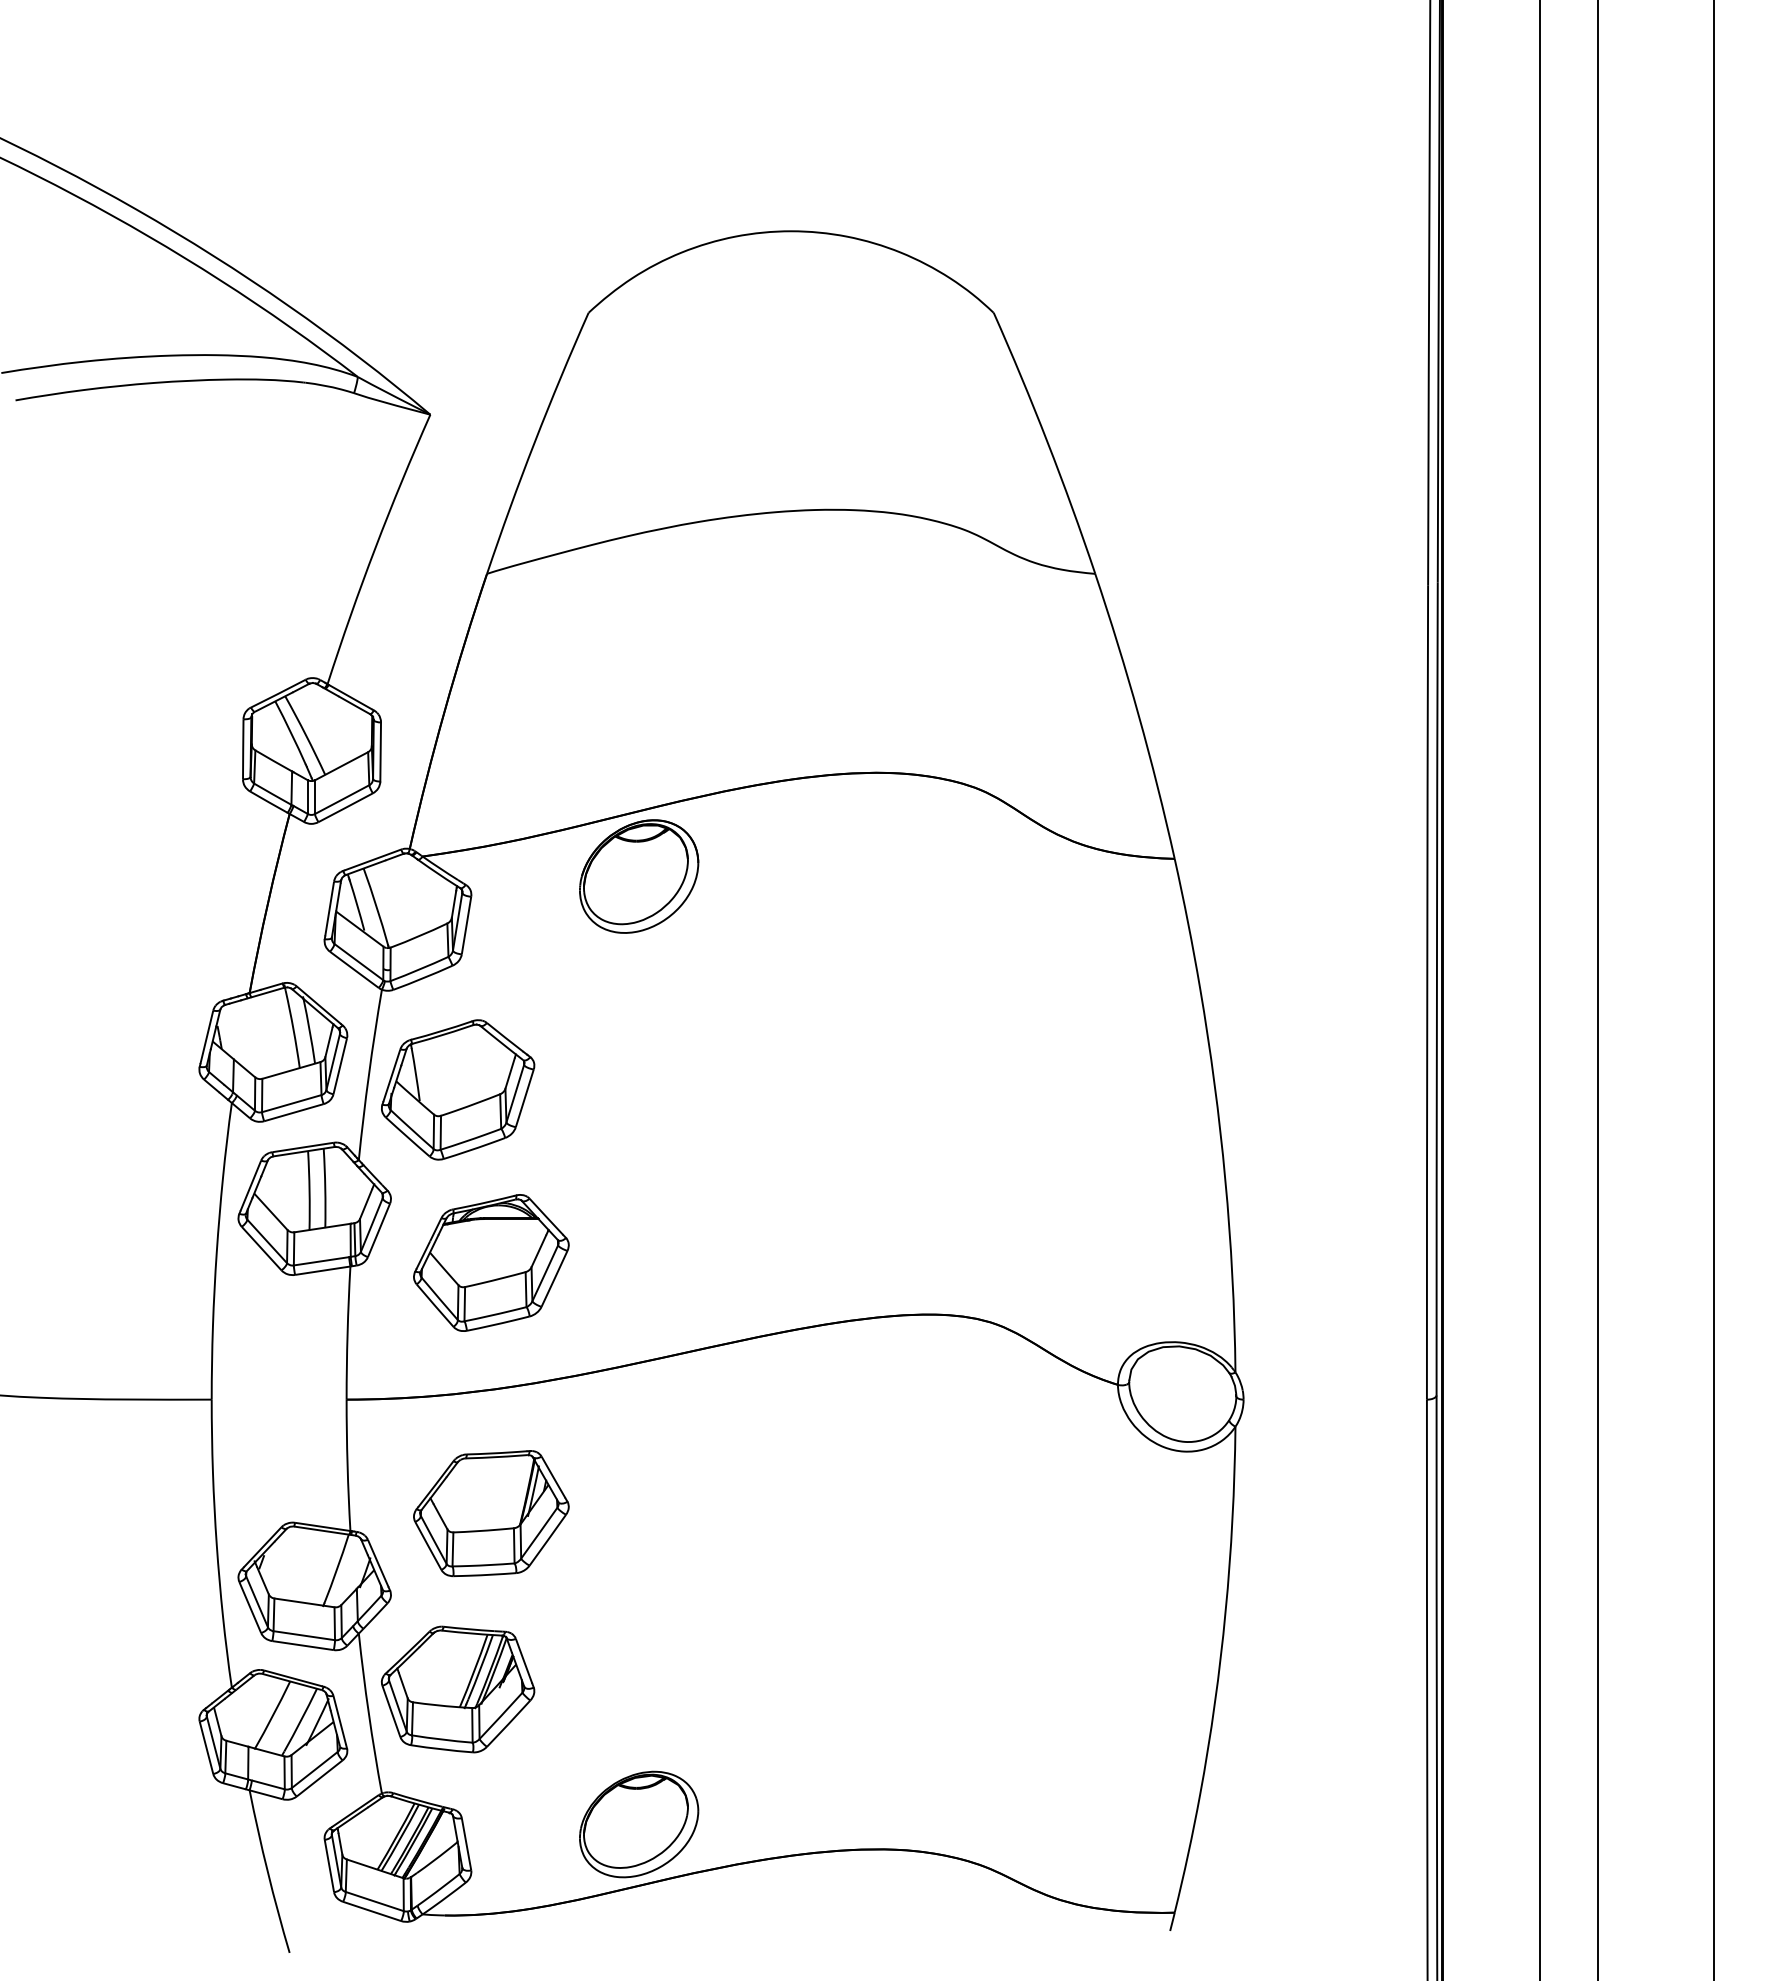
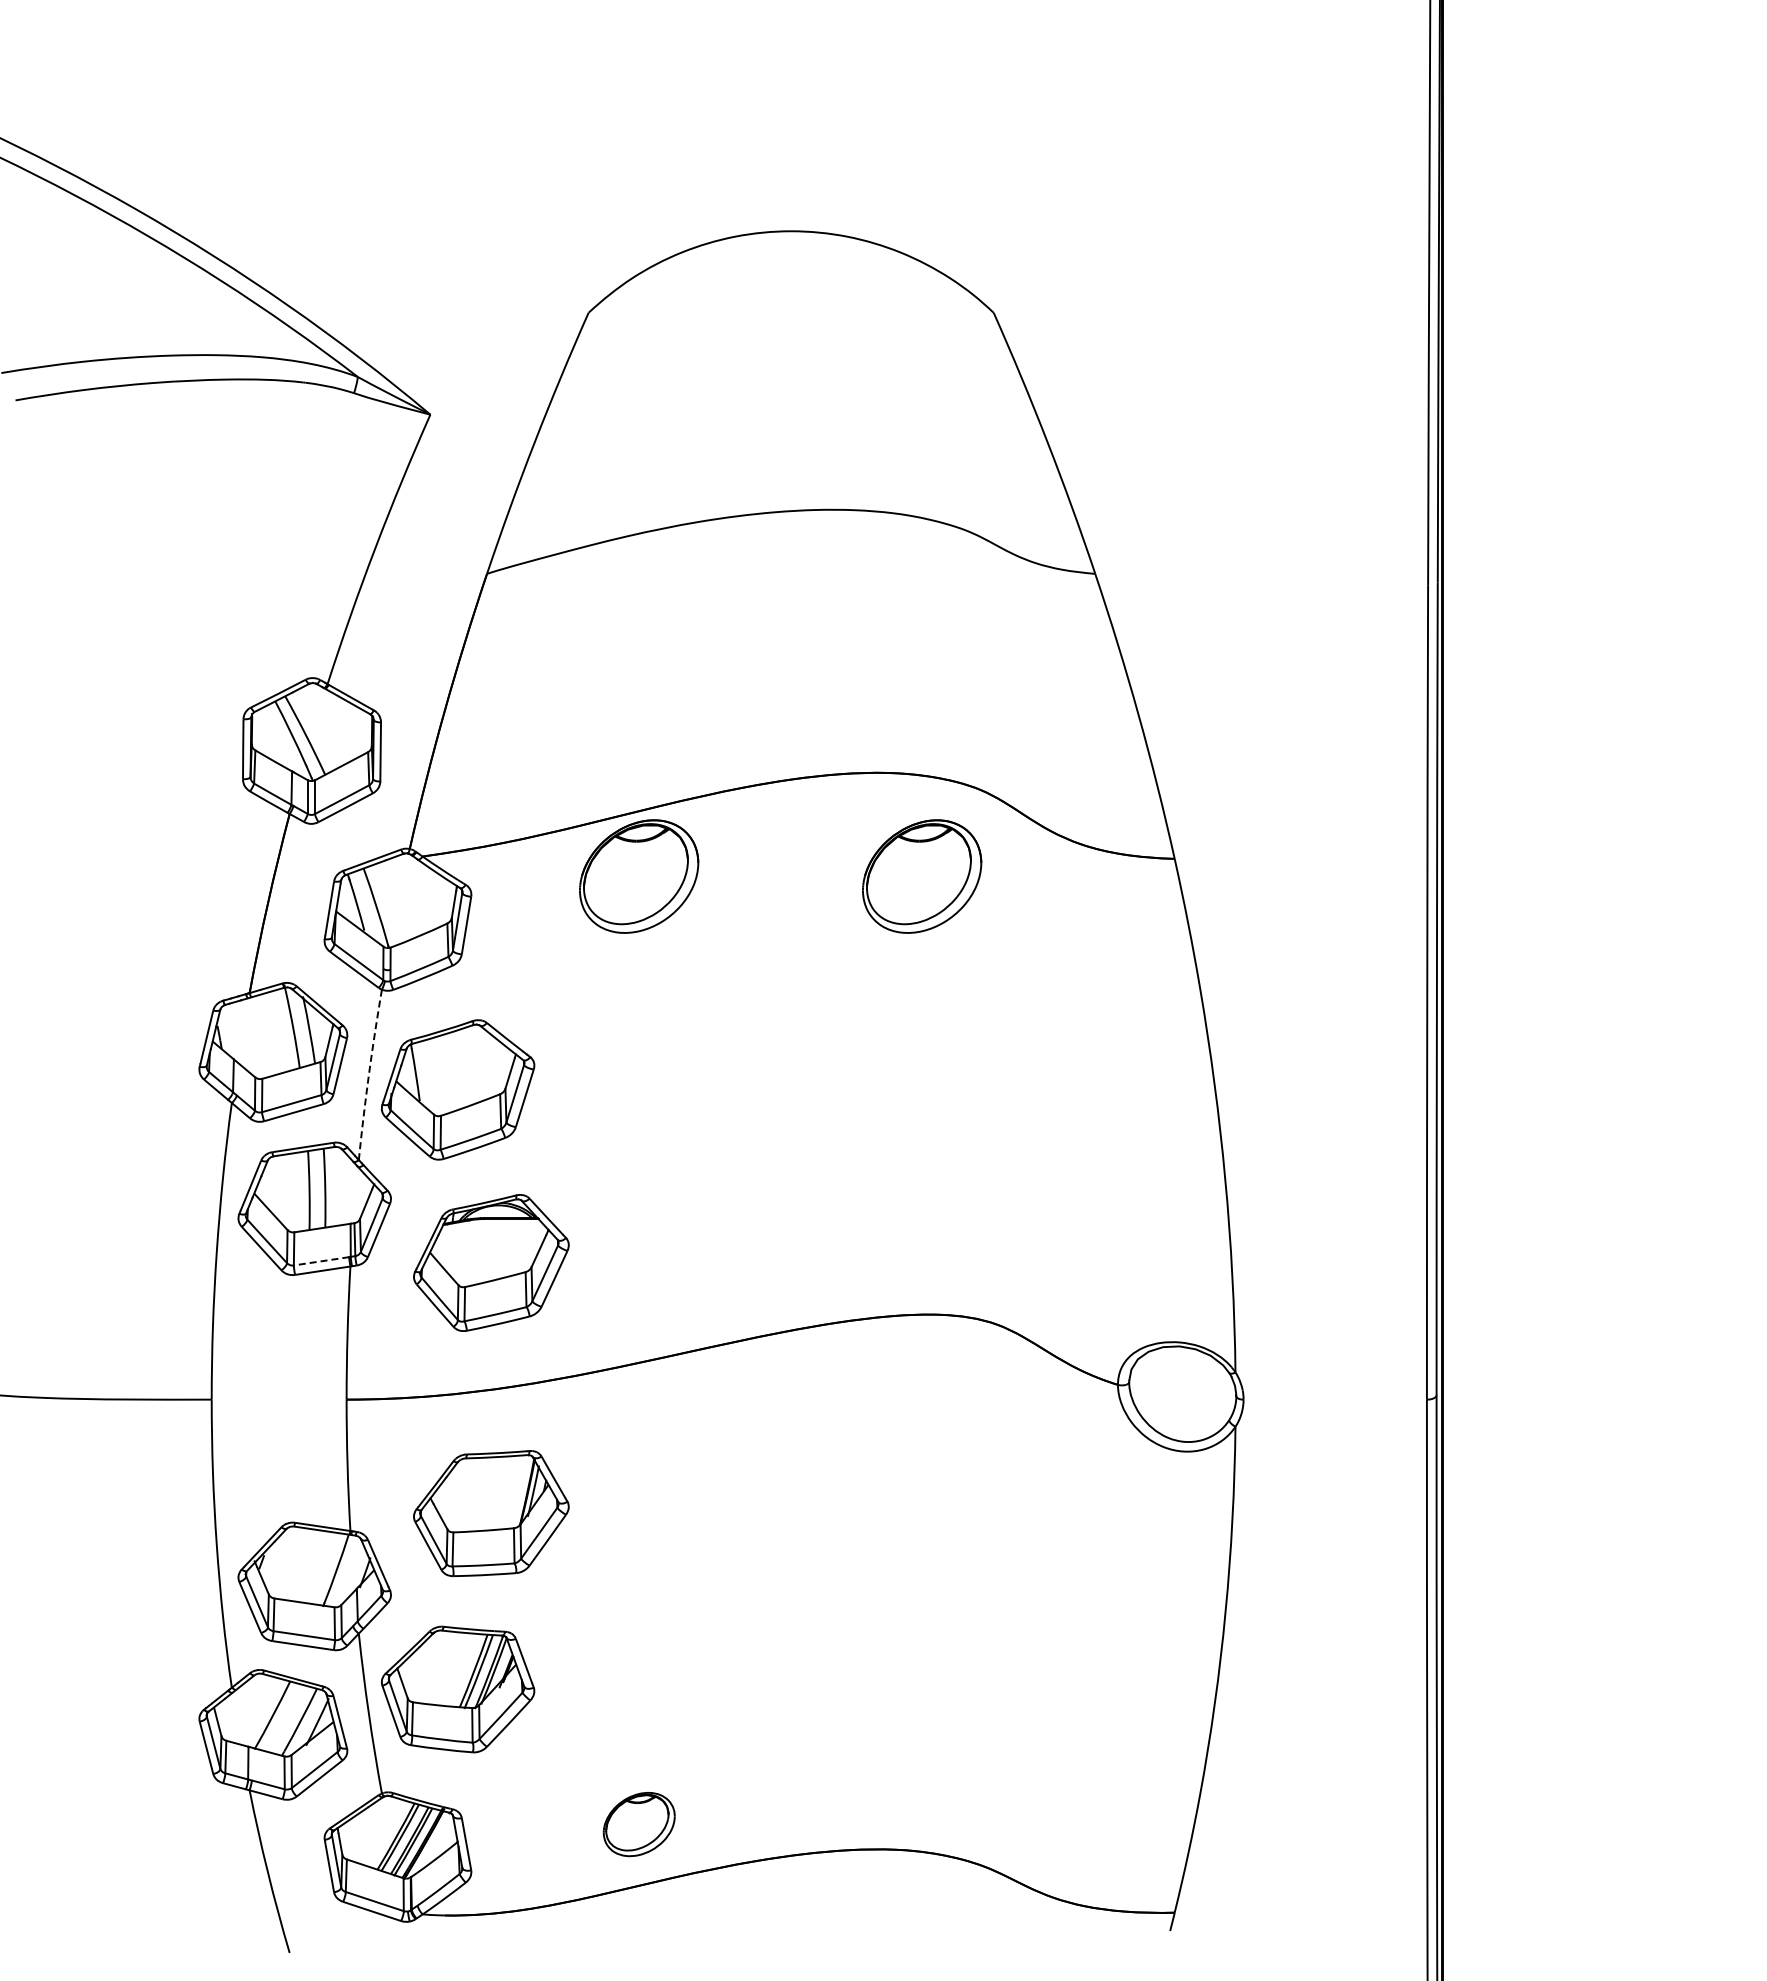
part at (922, 876): none -> present
line at (1540, 989): present -> none
line at (1598, 989): present -> none
line at (1714, 989): present -> none
arc at (368, 1074): solid -> dashed
line at (321, 1261): solid -> dashed
part at (639, 1824) size: 121x109 px -> 74x66 px
